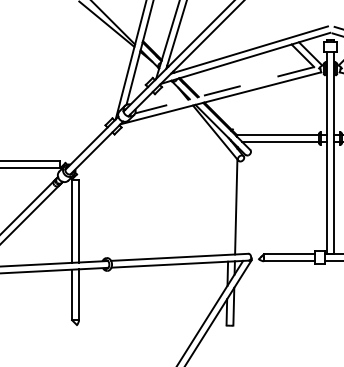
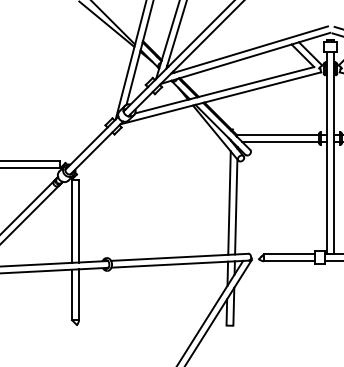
line at (224, 90): dashed -> solid
line at (229, 202): none -> present
